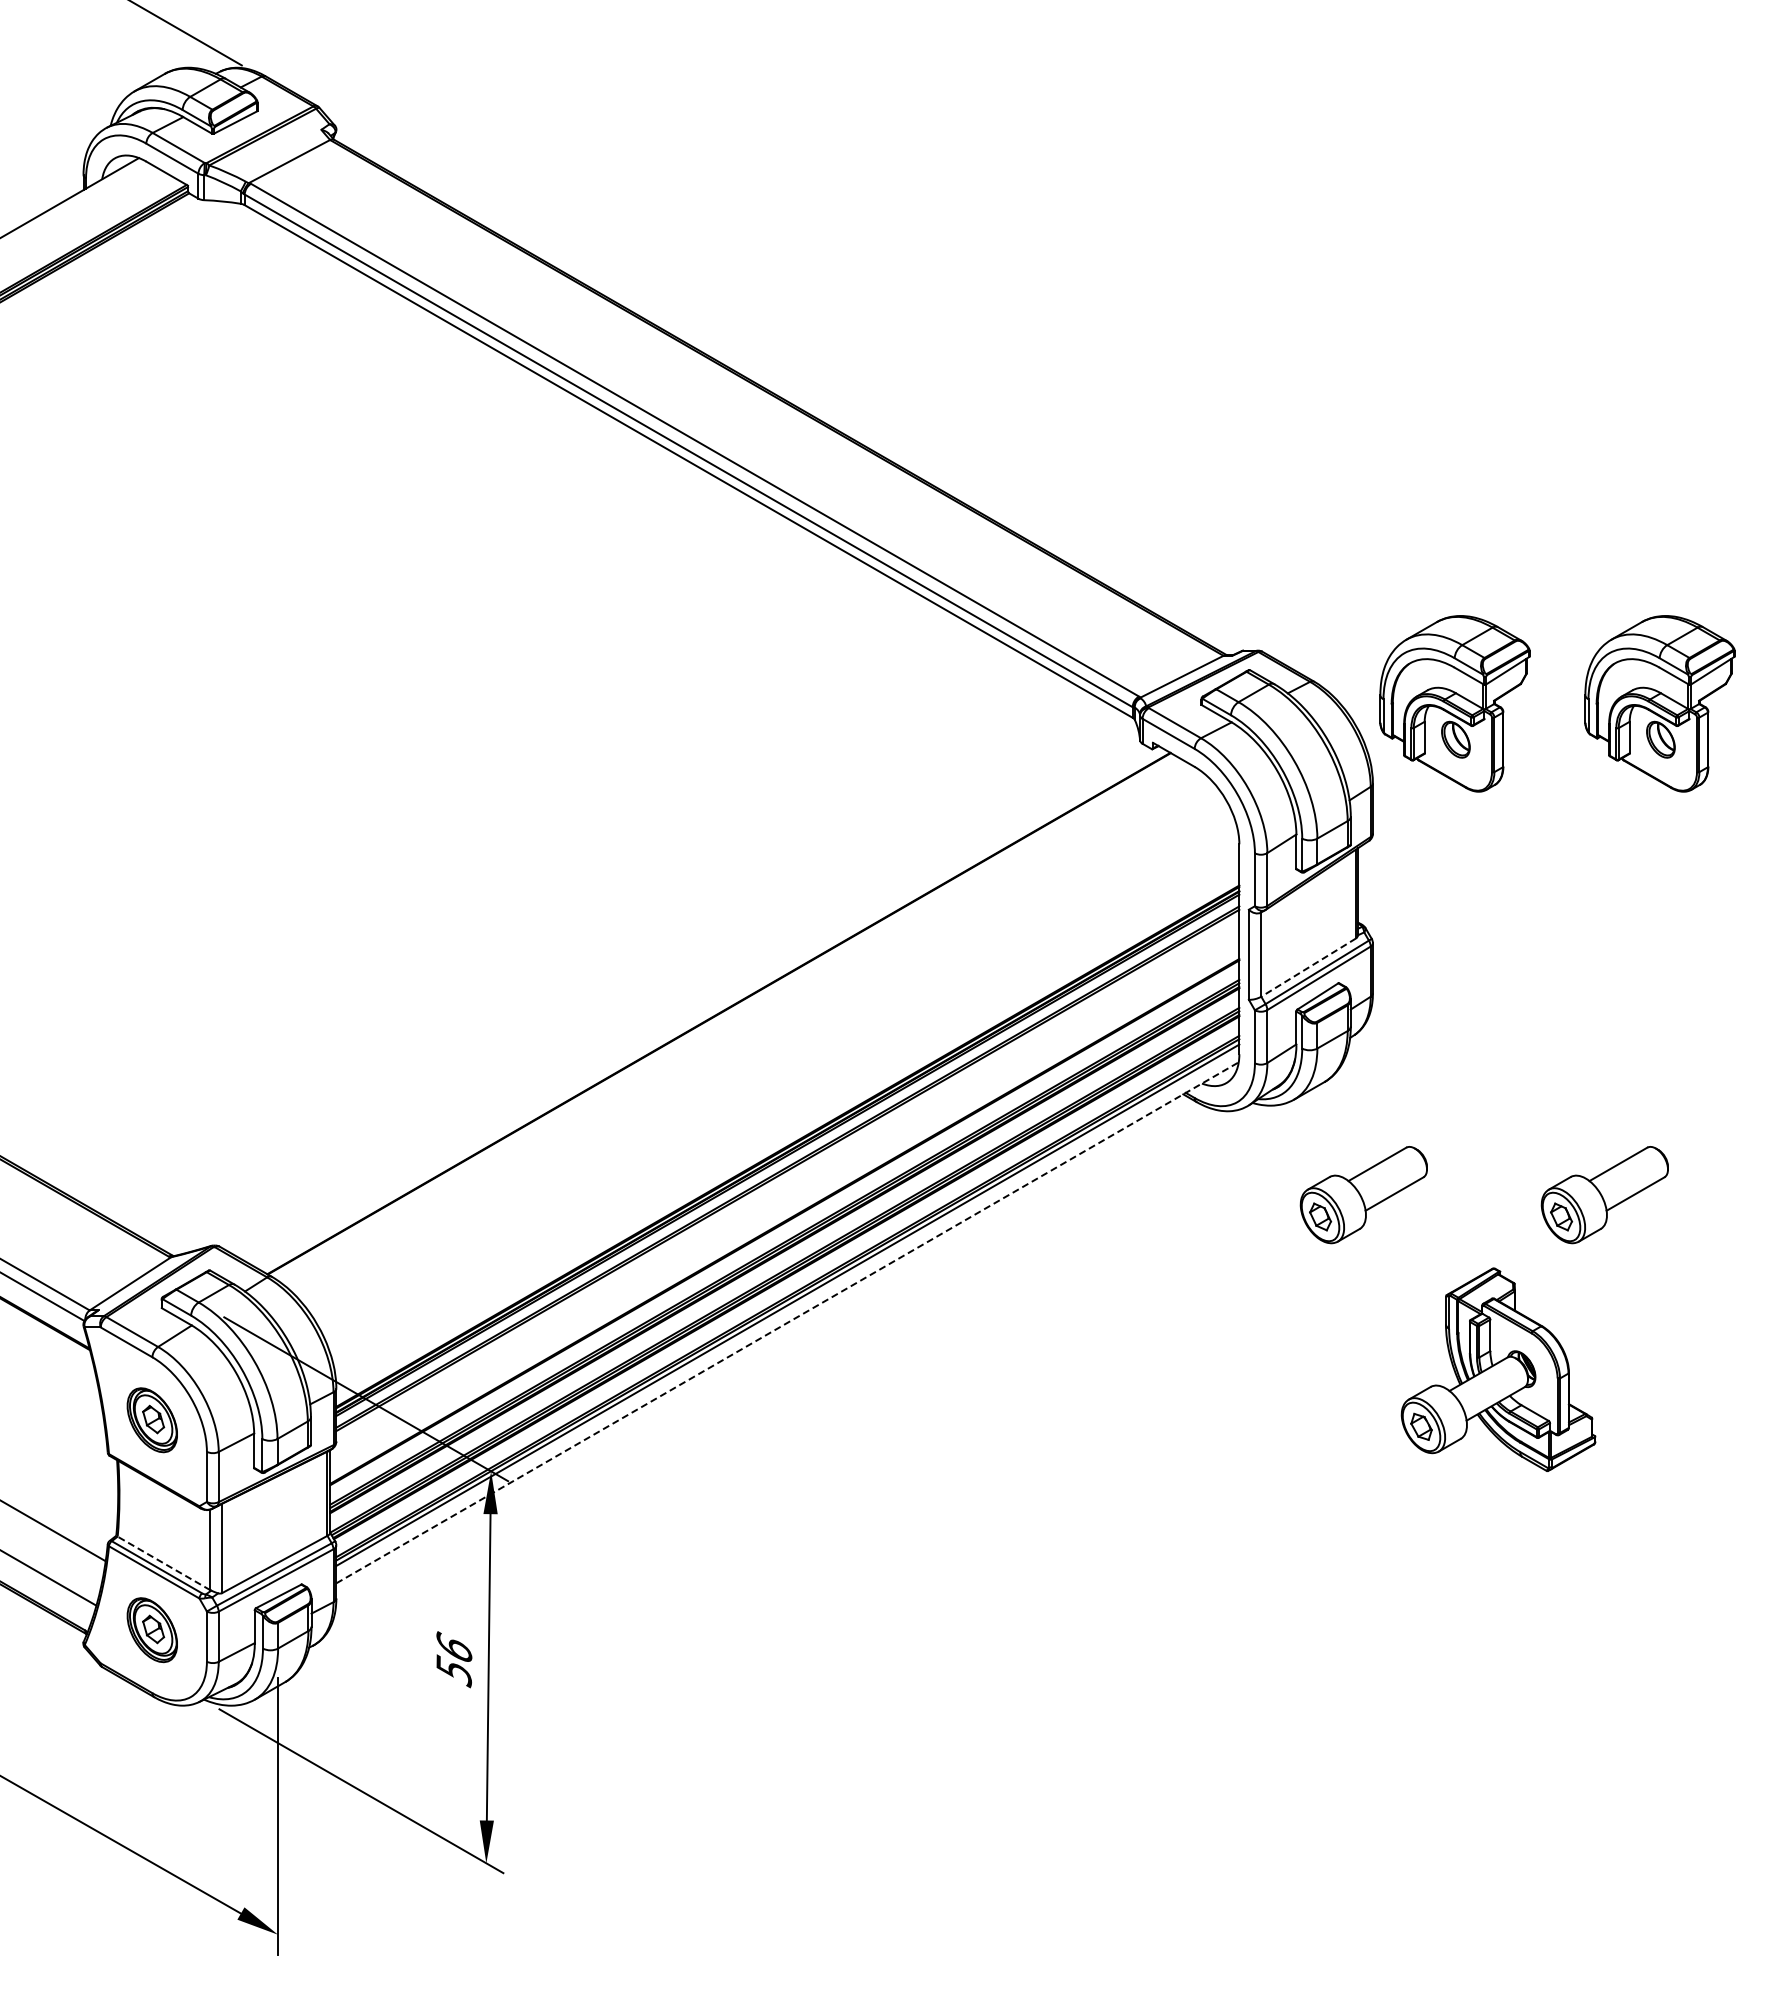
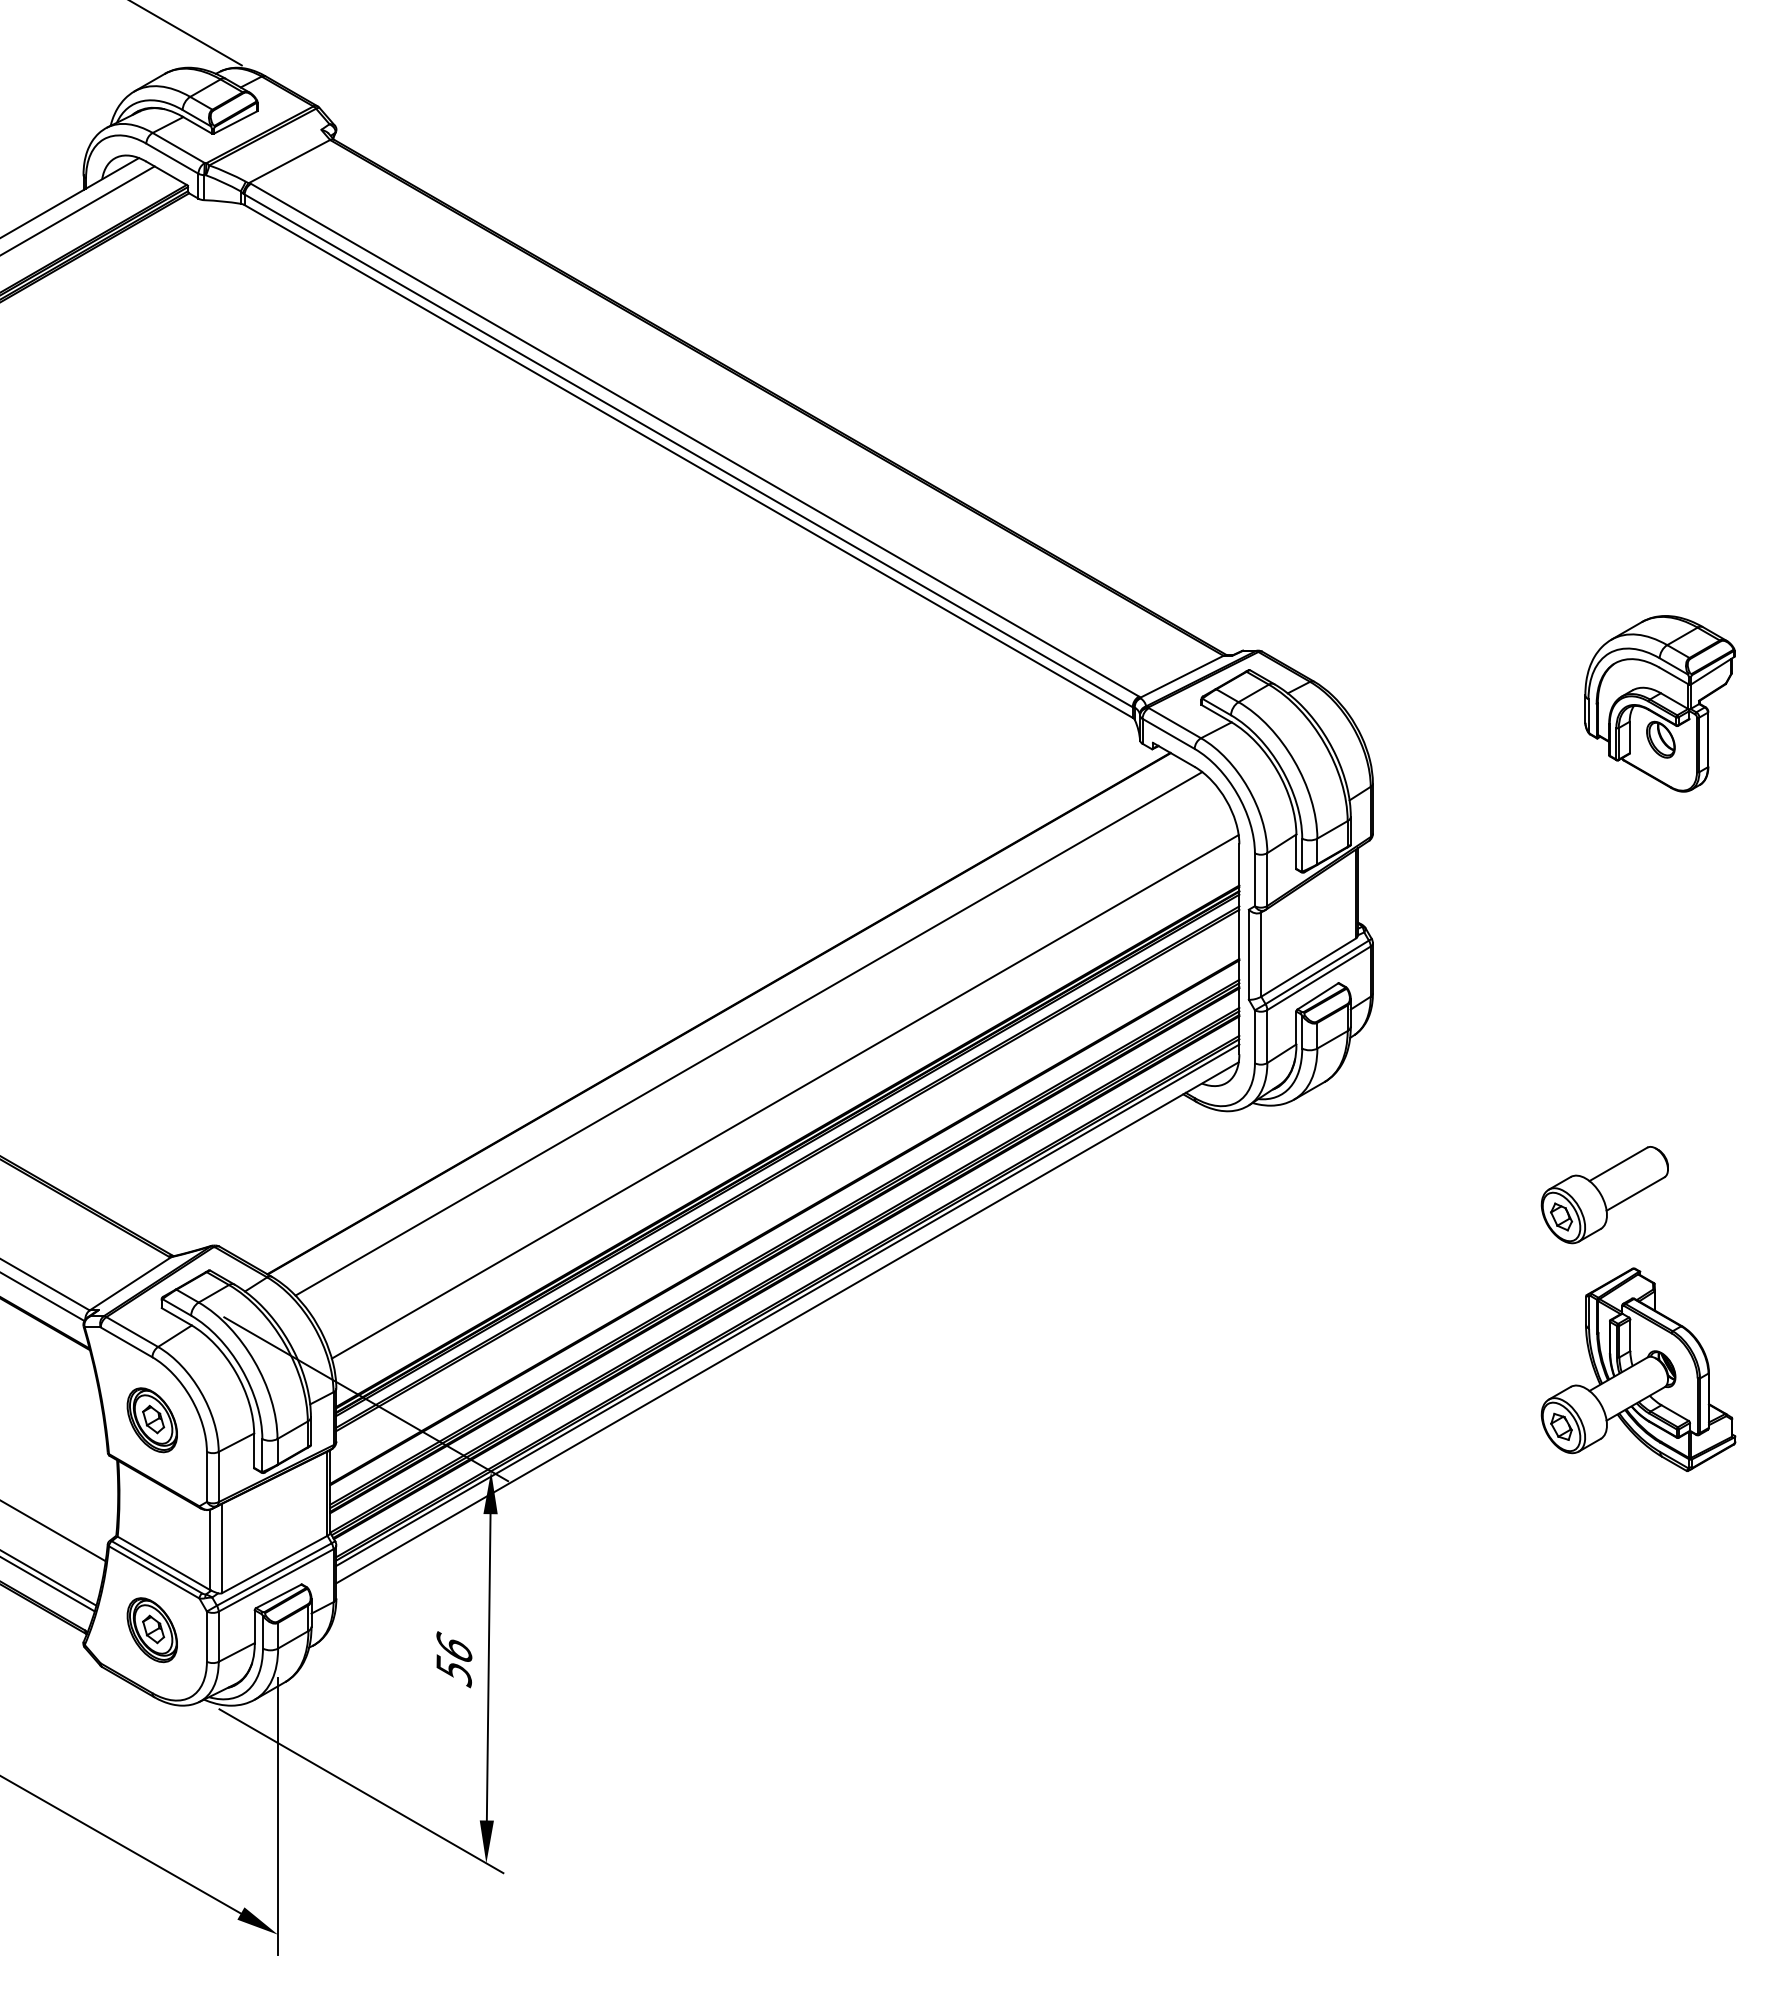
line at (78, 210): none -> present
part at (1454, 703): present -> none
line at (1308, 967): dashed -> solid
line at (748, 1033): none -> present
line at (784, 1096): none -> present
part at (1363, 1195): present -> none
line at (788, 1322): dashed -> solid
part at (1498, 1369) position: (1498, 1369) -> (1638, 1369)
line at (164, 1563): dashed -> solid
line at (48, 1584): none -> present
